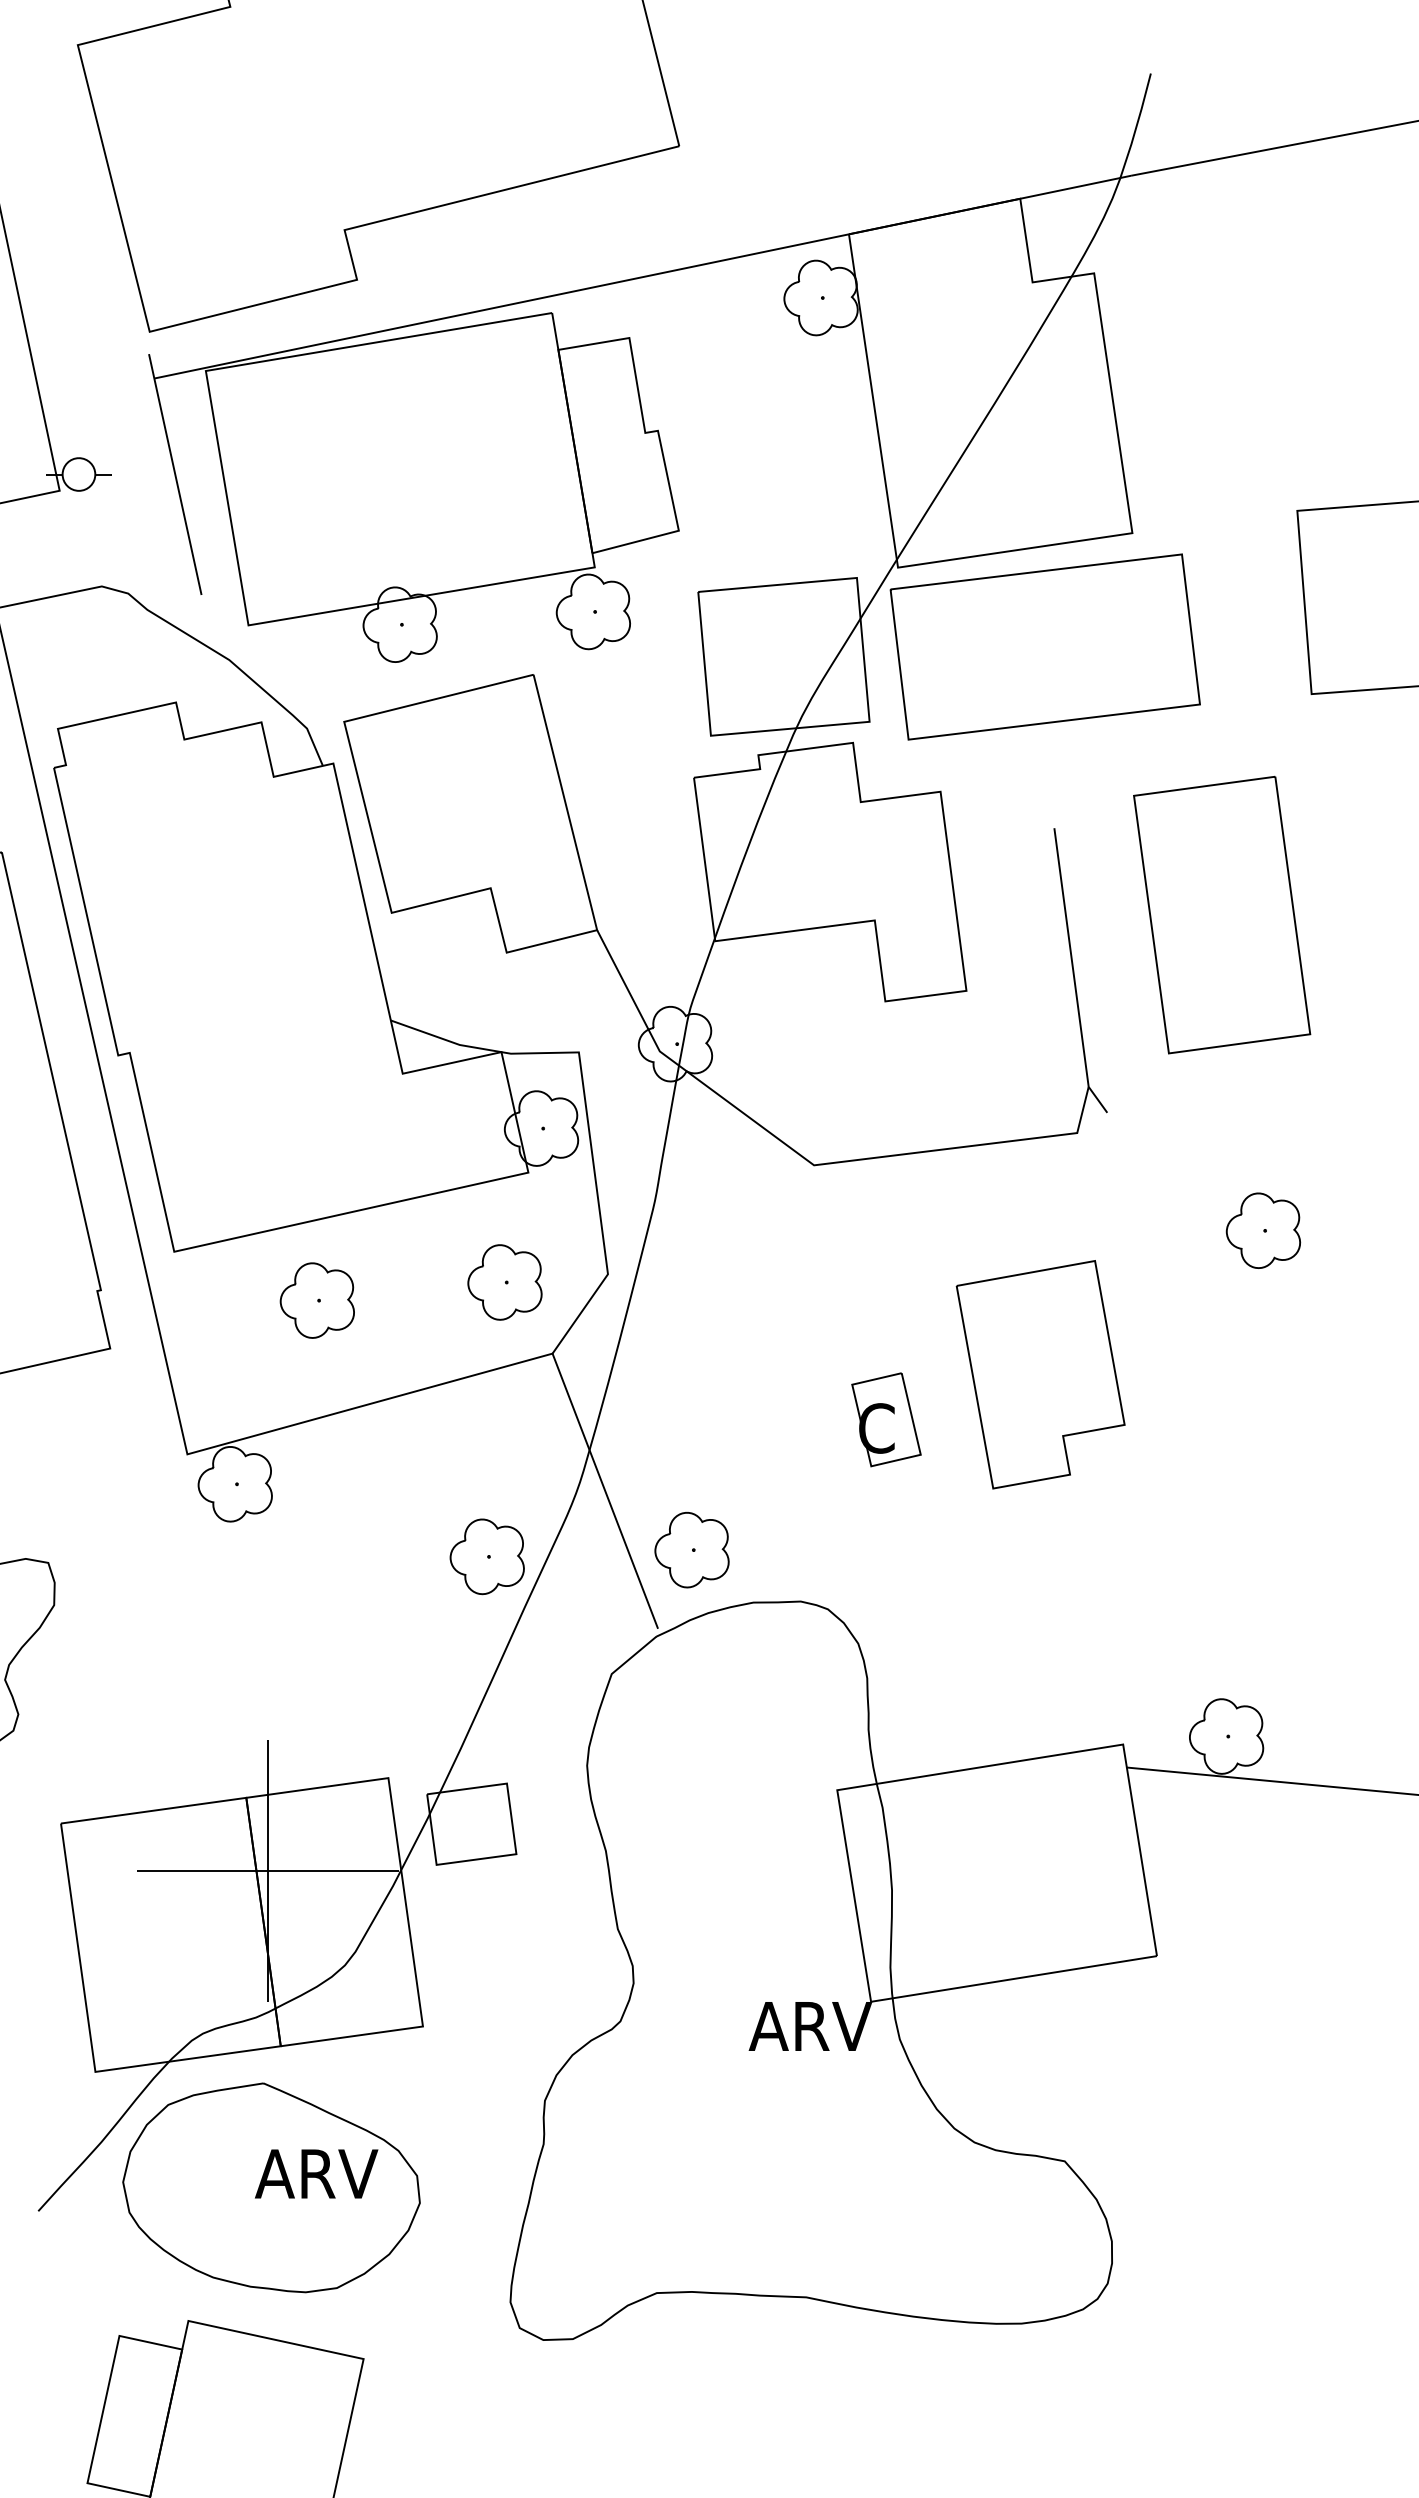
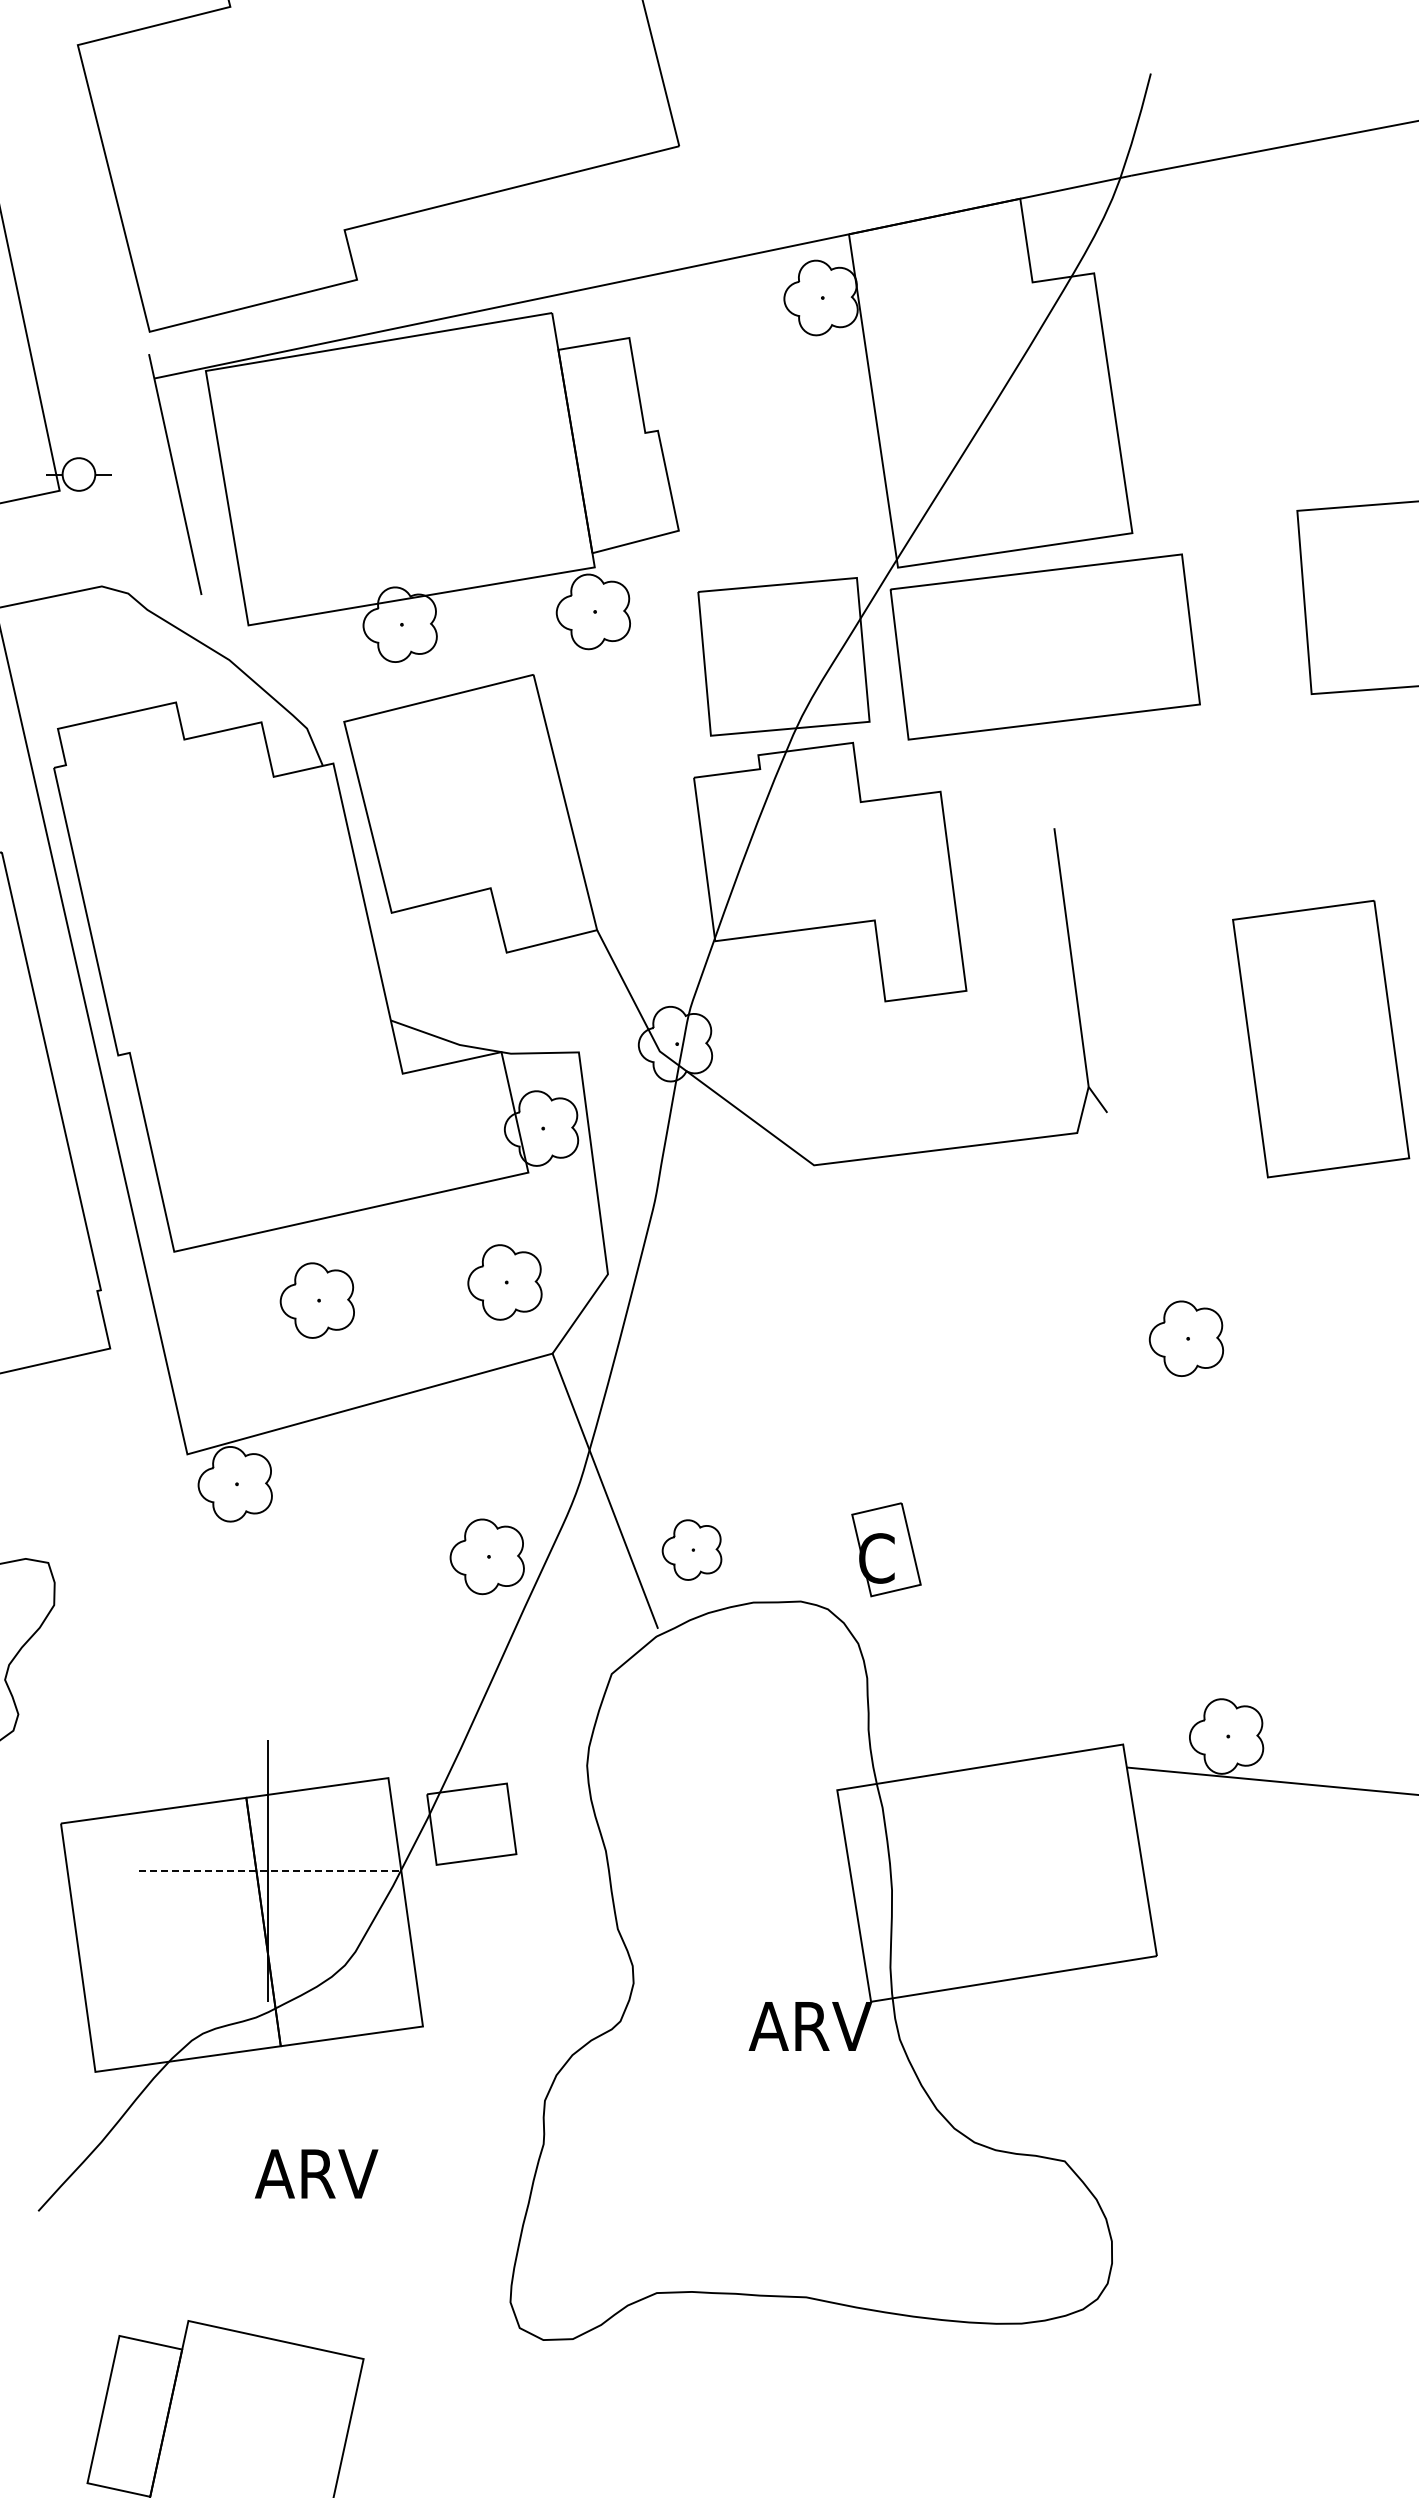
part at (1222, 914) position: (1222, 914) -> (1321, 1038)
part at (1263, 1230) position: (1263, 1230) -> (1186, 1338)
part at (1040, 1374): present -> none
part at (886, 1419) position: (886, 1419) -> (886, 1549)
part at (691, 1549) size: 76x78 px -> 62x62 px
line at (267, 1871): solid -> dashed
part at (271, 2187): present -> none
